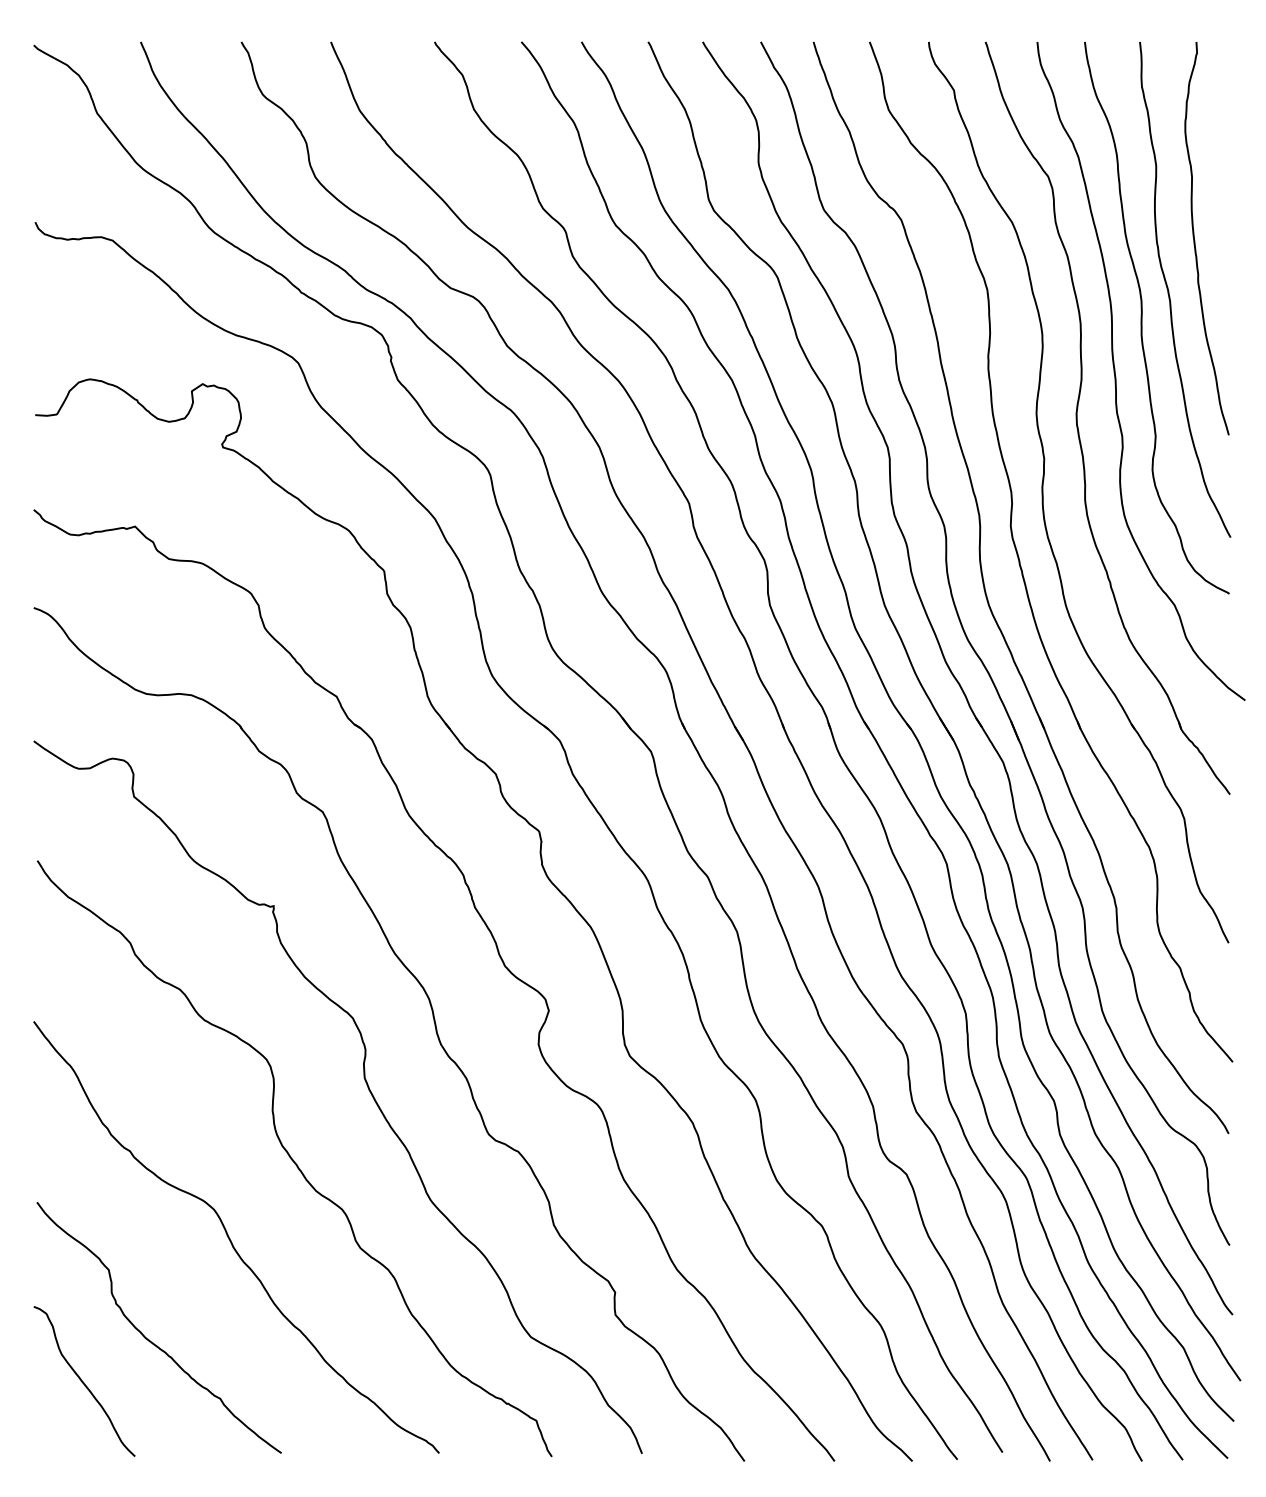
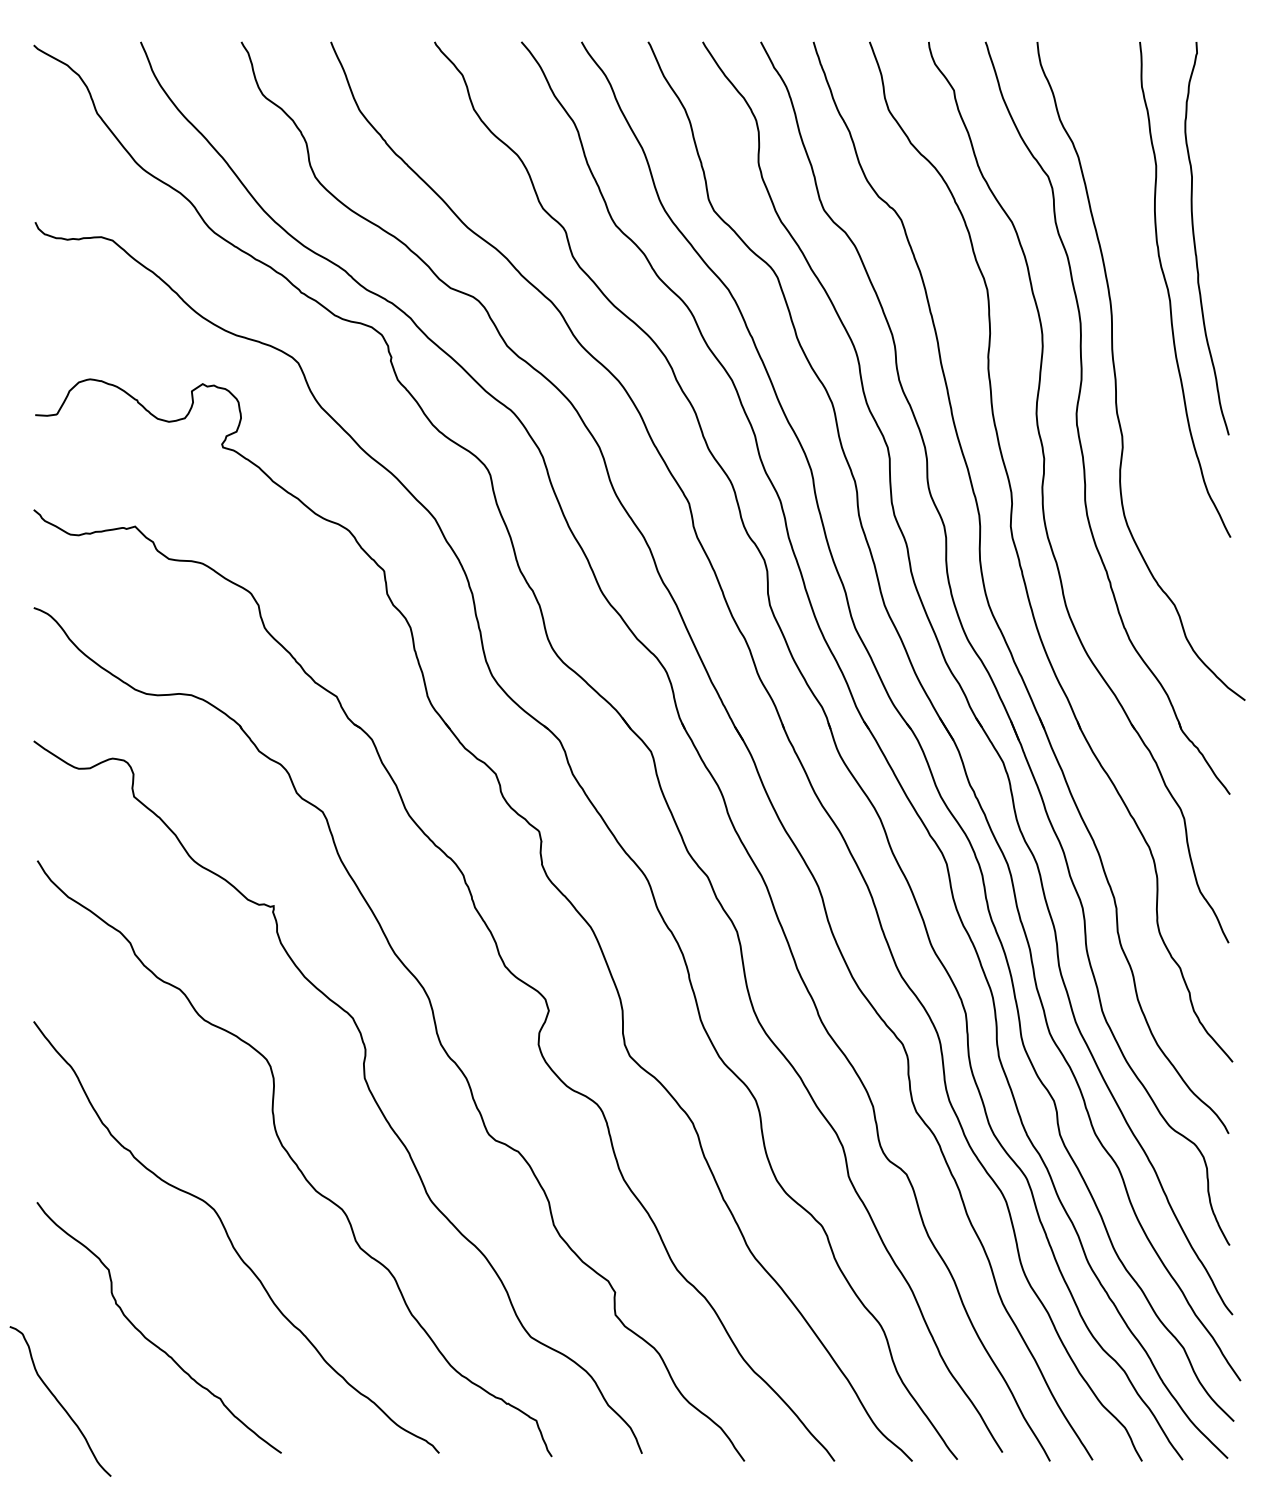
curve at (1142, 317): present -> none
curve at (83, 1381) position: (83, 1381) -> (59, 1401)
